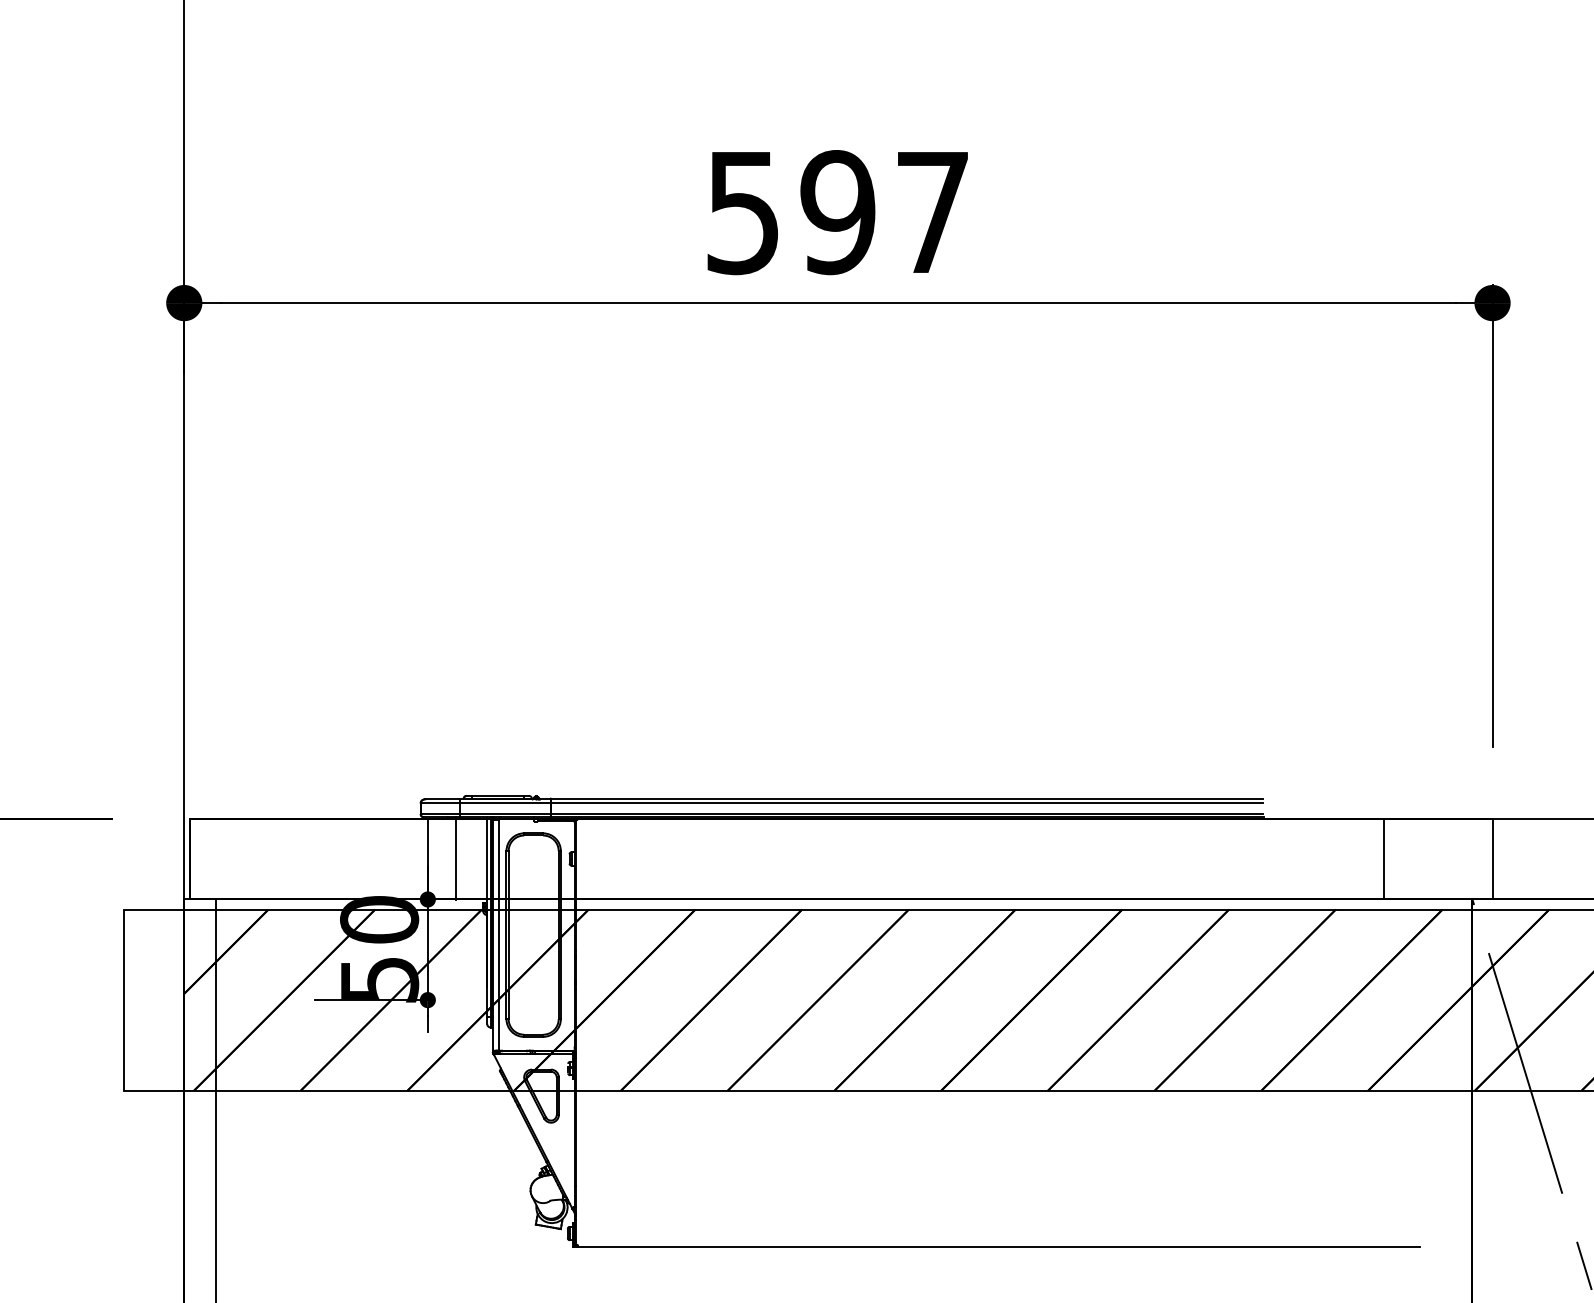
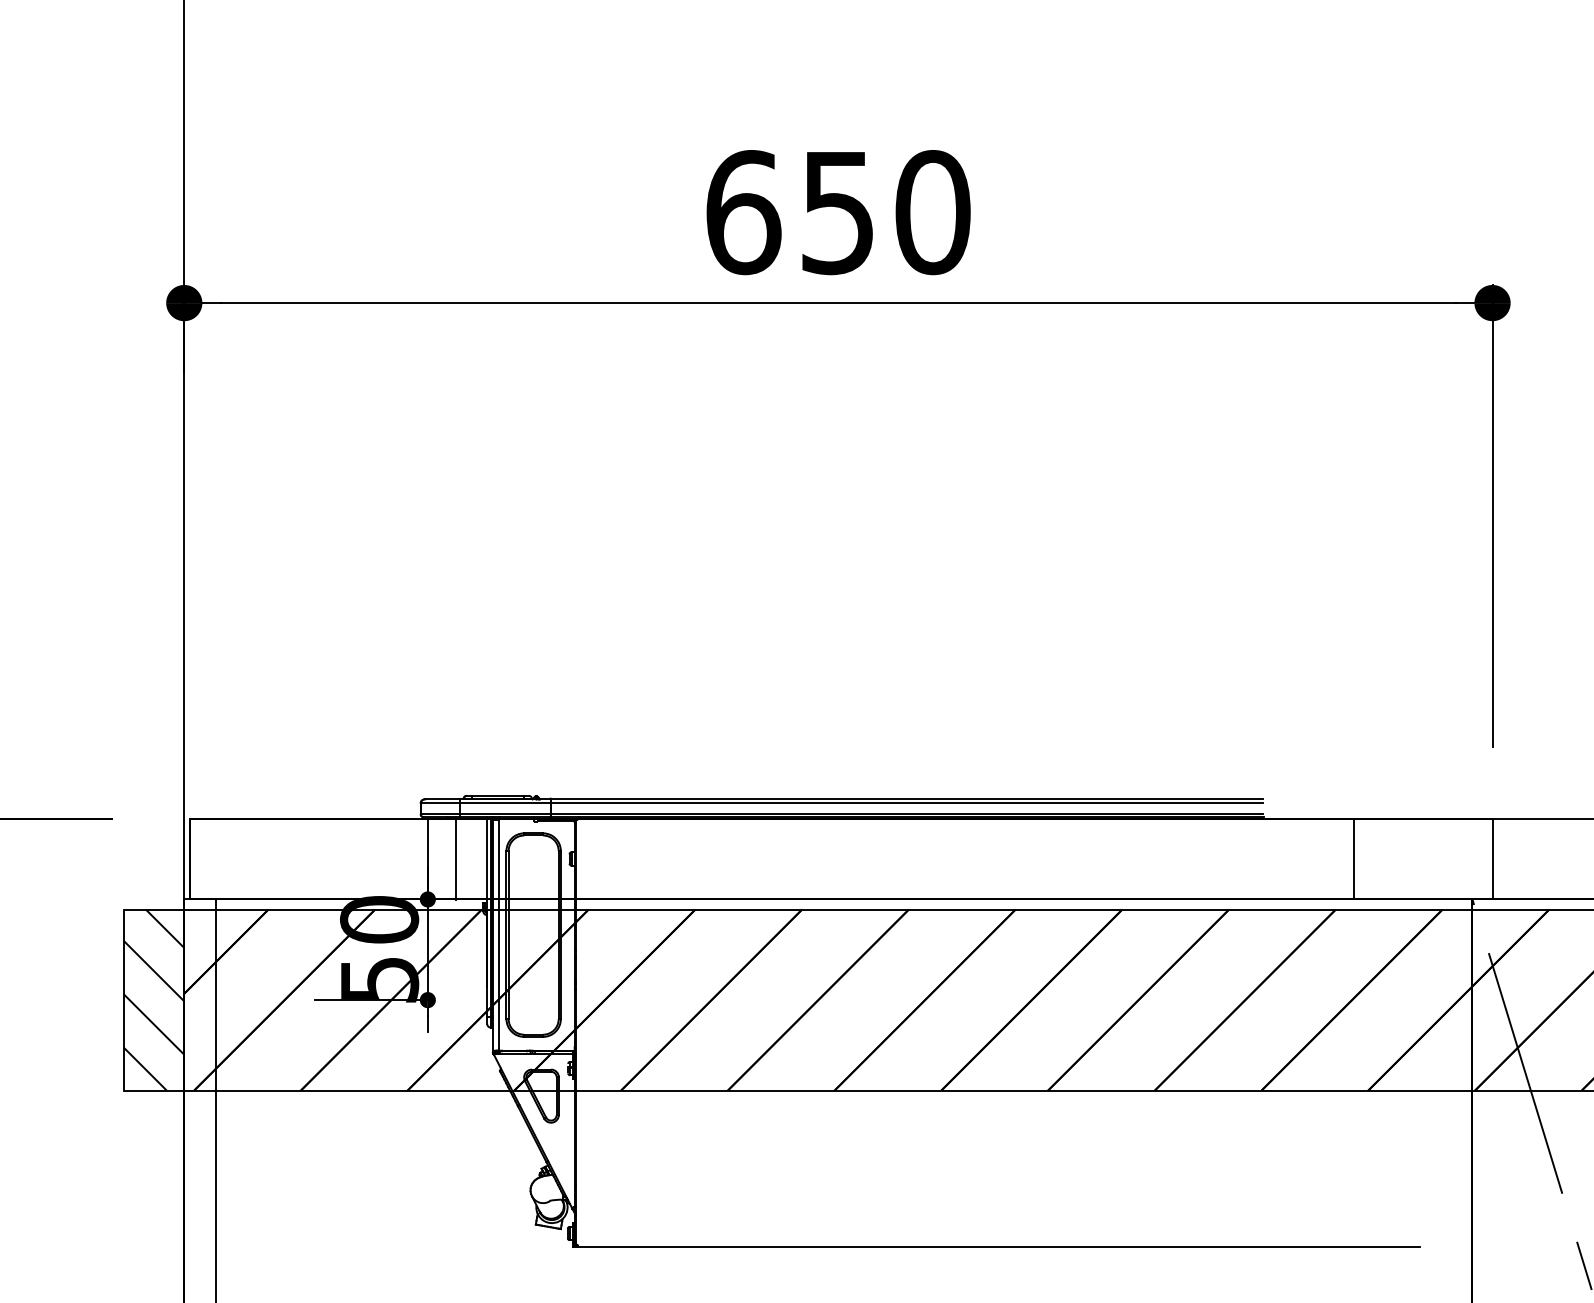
text at (838, 212): 597 -> 650
line at (1383, 858) position: (1383, 858) -> (1353, 858)
hatch at (153, 999): none -> present
